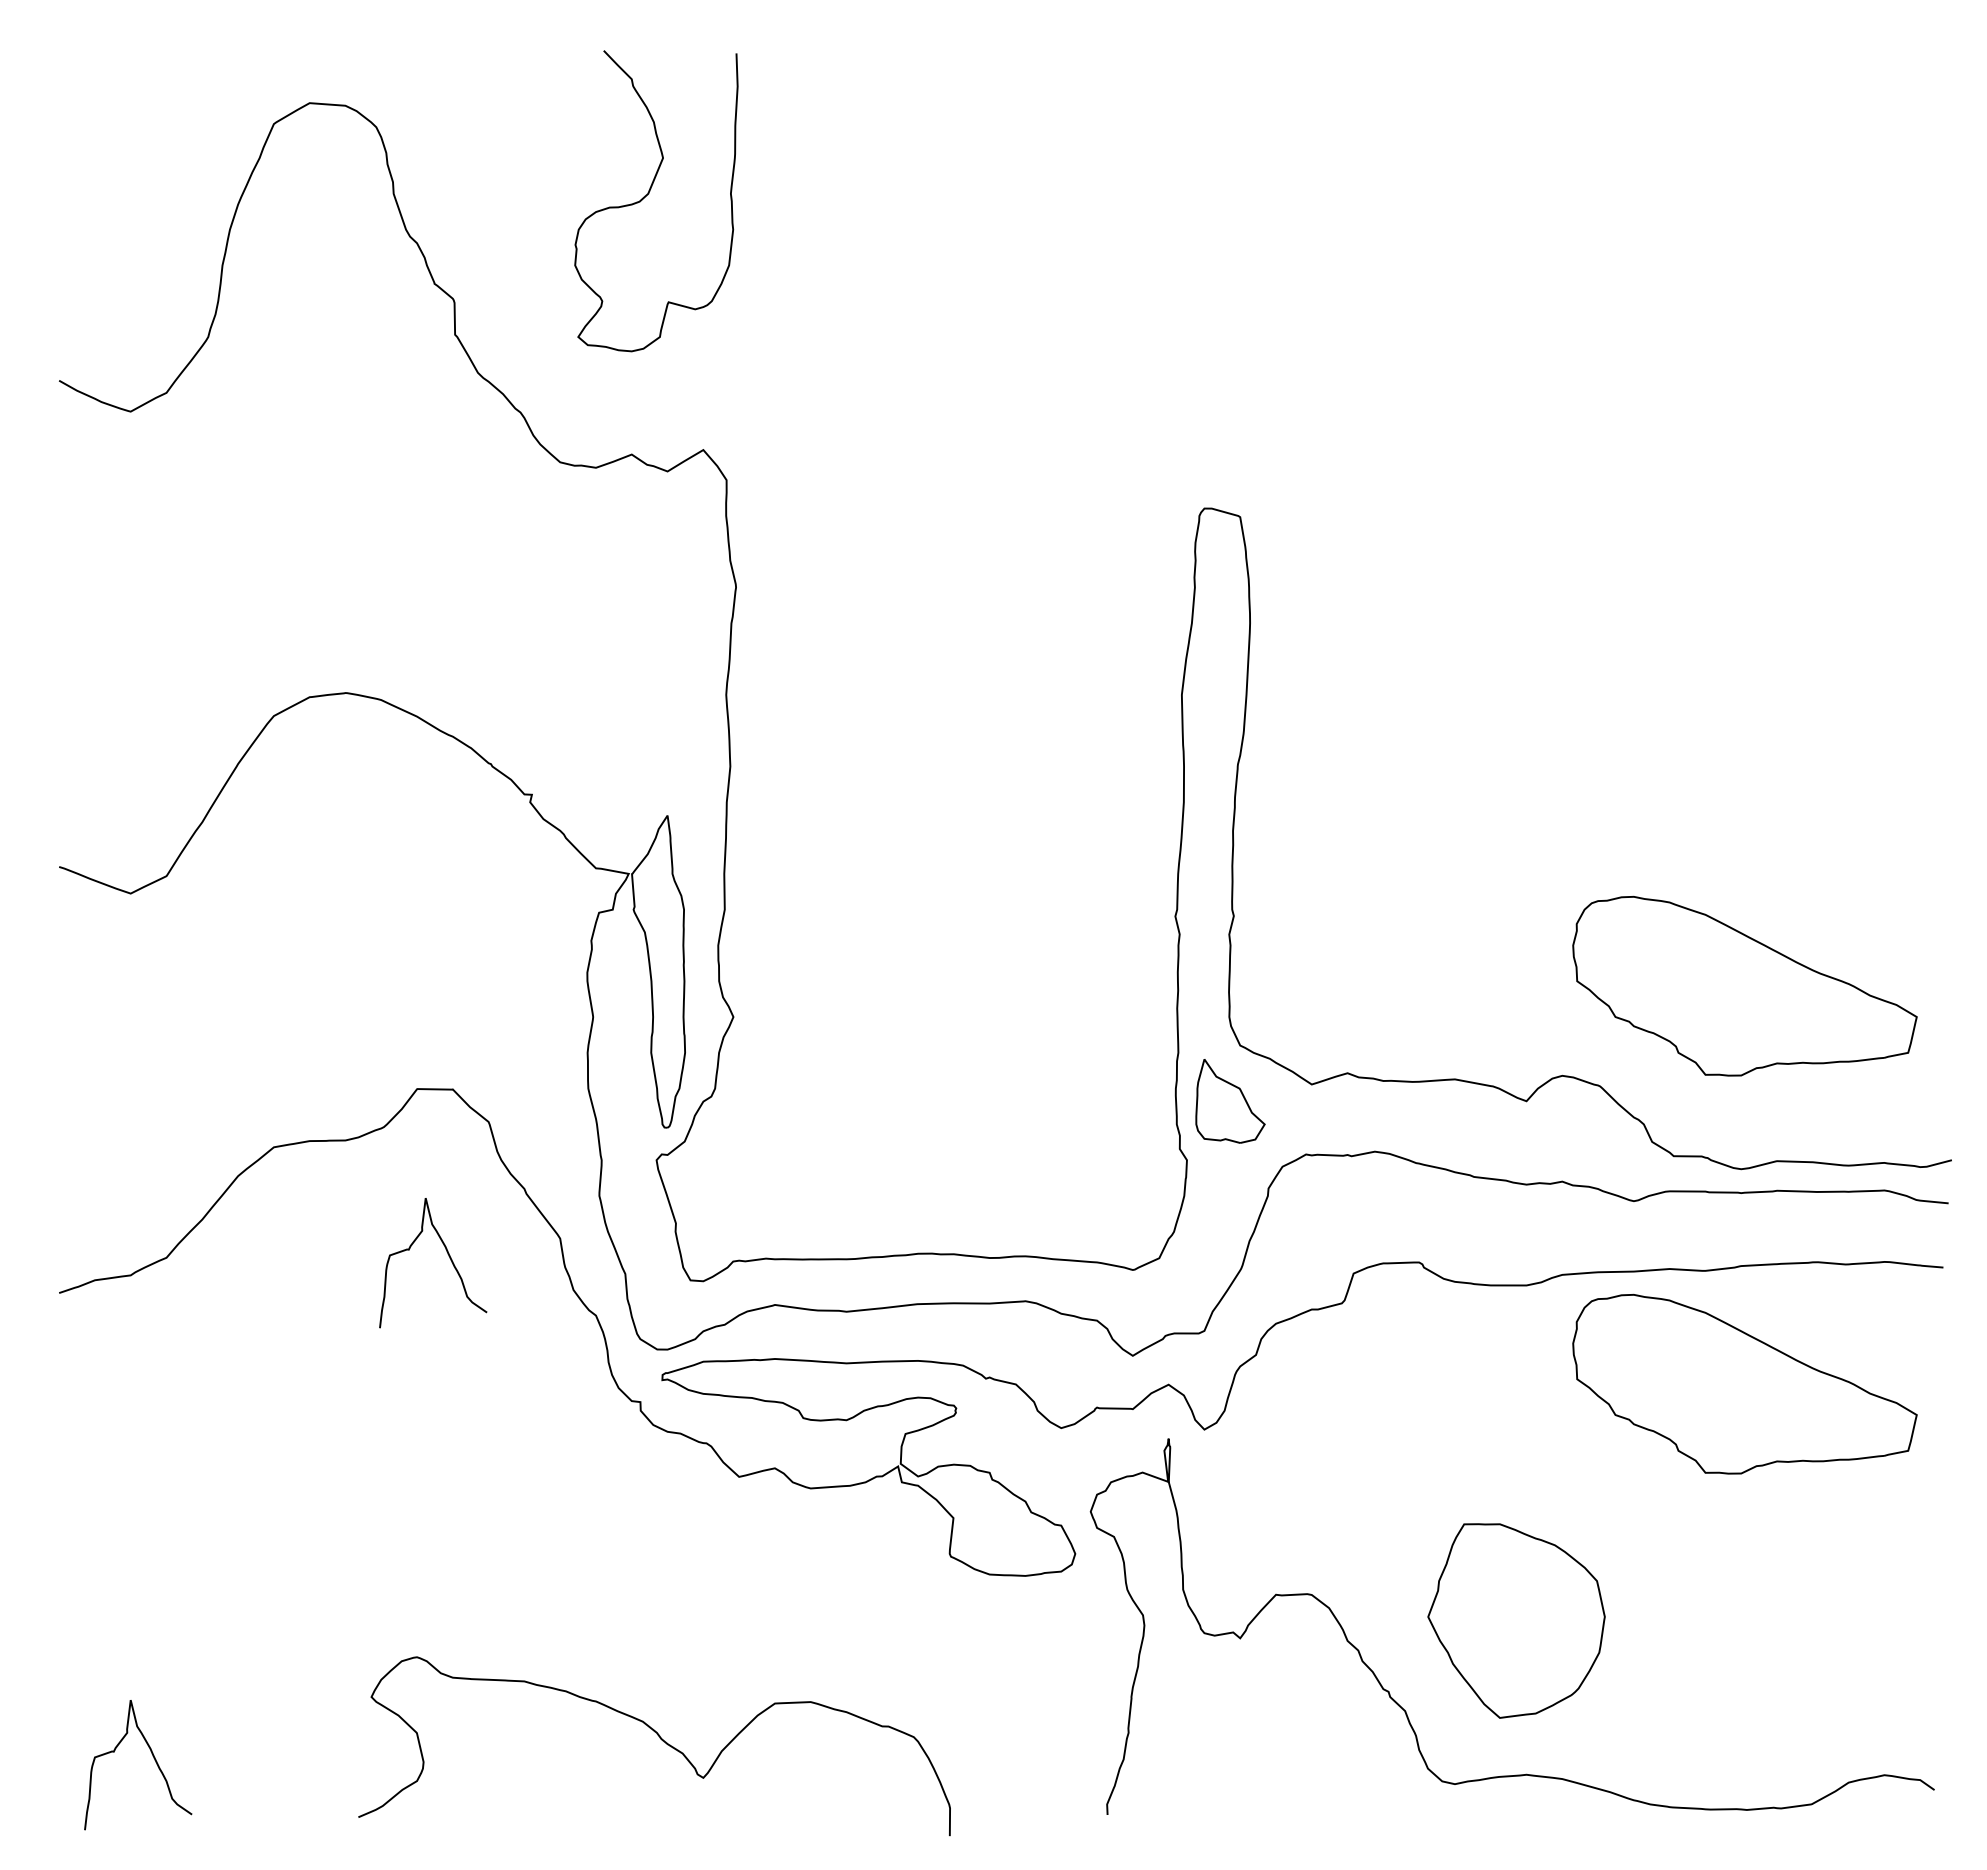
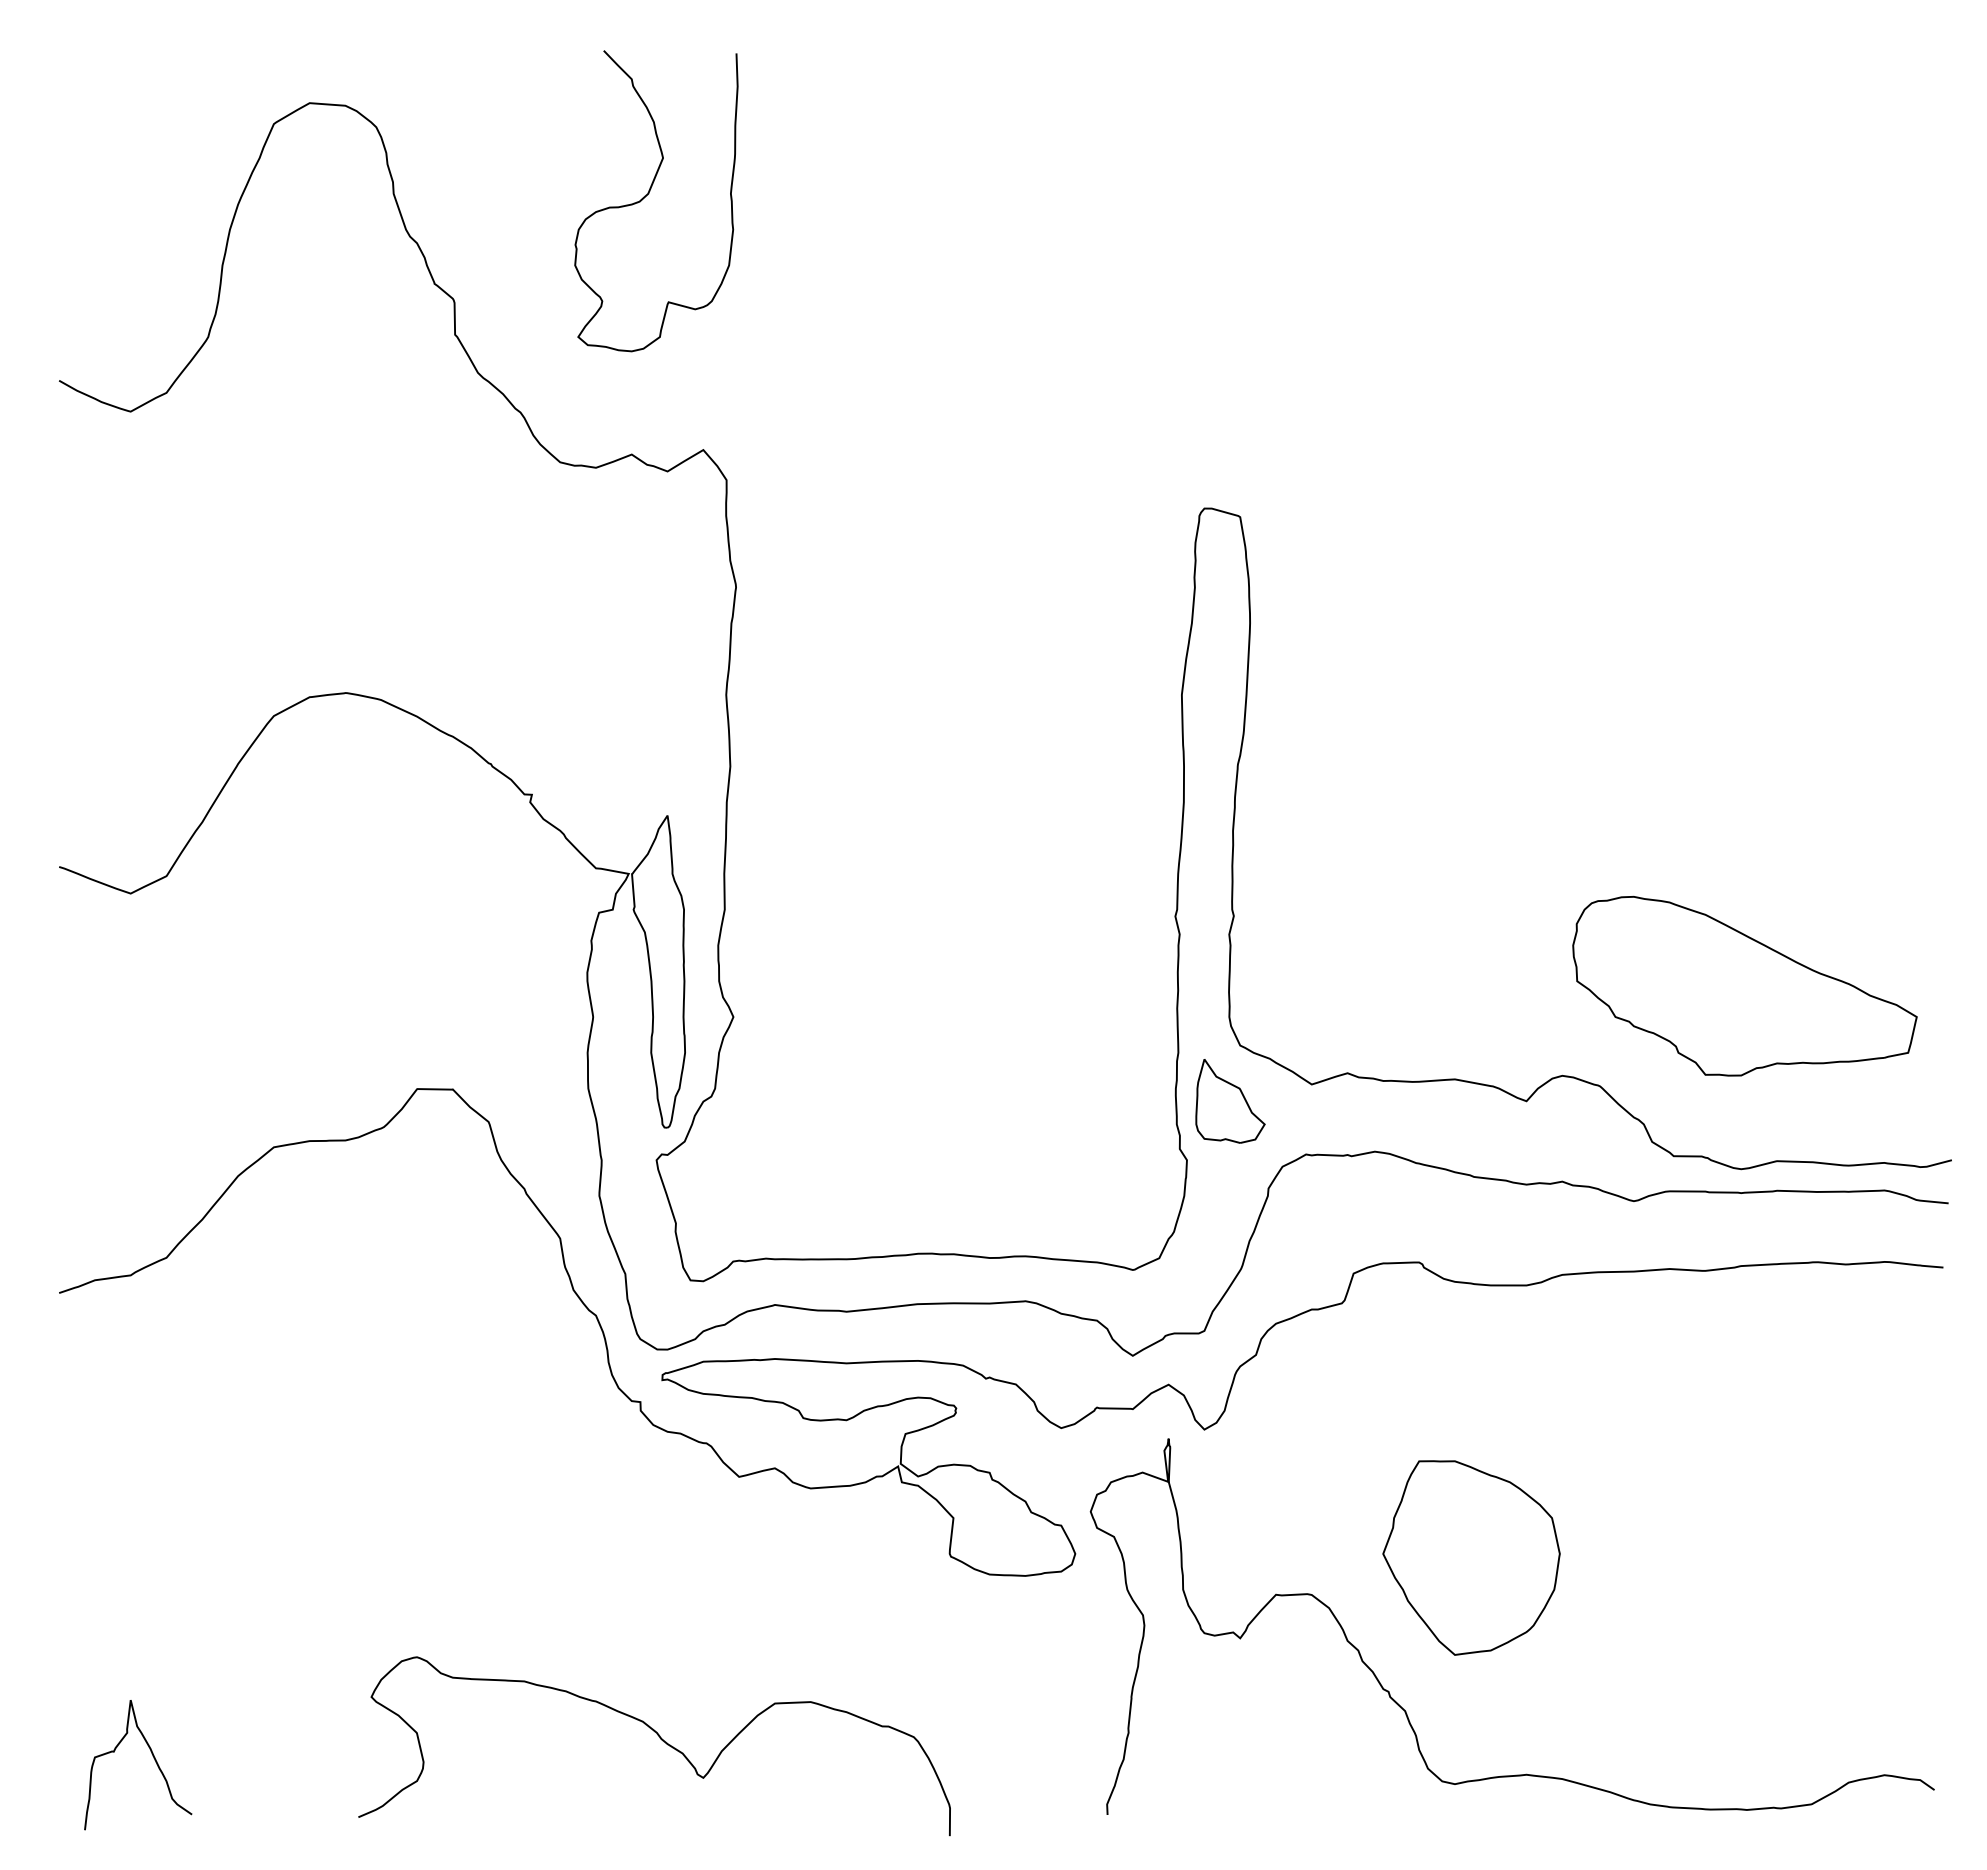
curve at (448, 1256): present -> none
part at (1744, 1383): present -> none
part at (1516, 1620) position: (1516, 1620) -> (1471, 1557)
